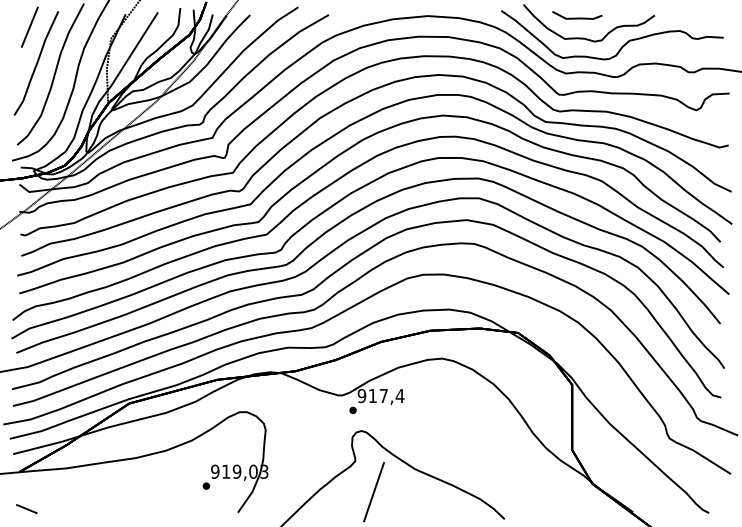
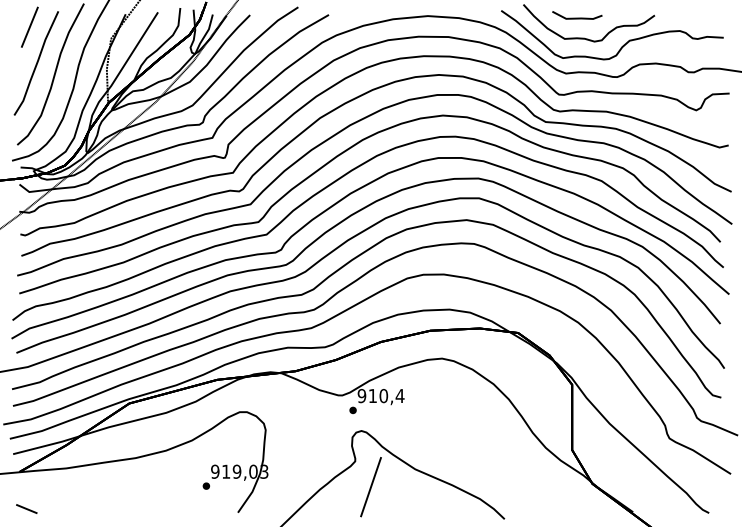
text at (383, 396): 917,4 -> 910,4
line at (373, 492) position: (373, 492) -> (370, 487)
